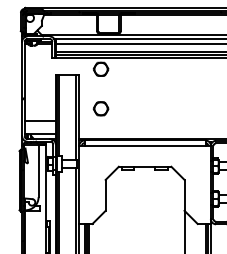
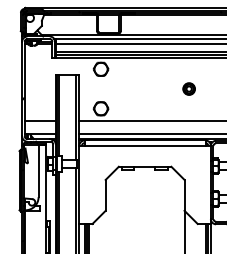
part at (188, 88): none -> present
line at (151, 120): none -> present
line at (151, 133): none -> present
